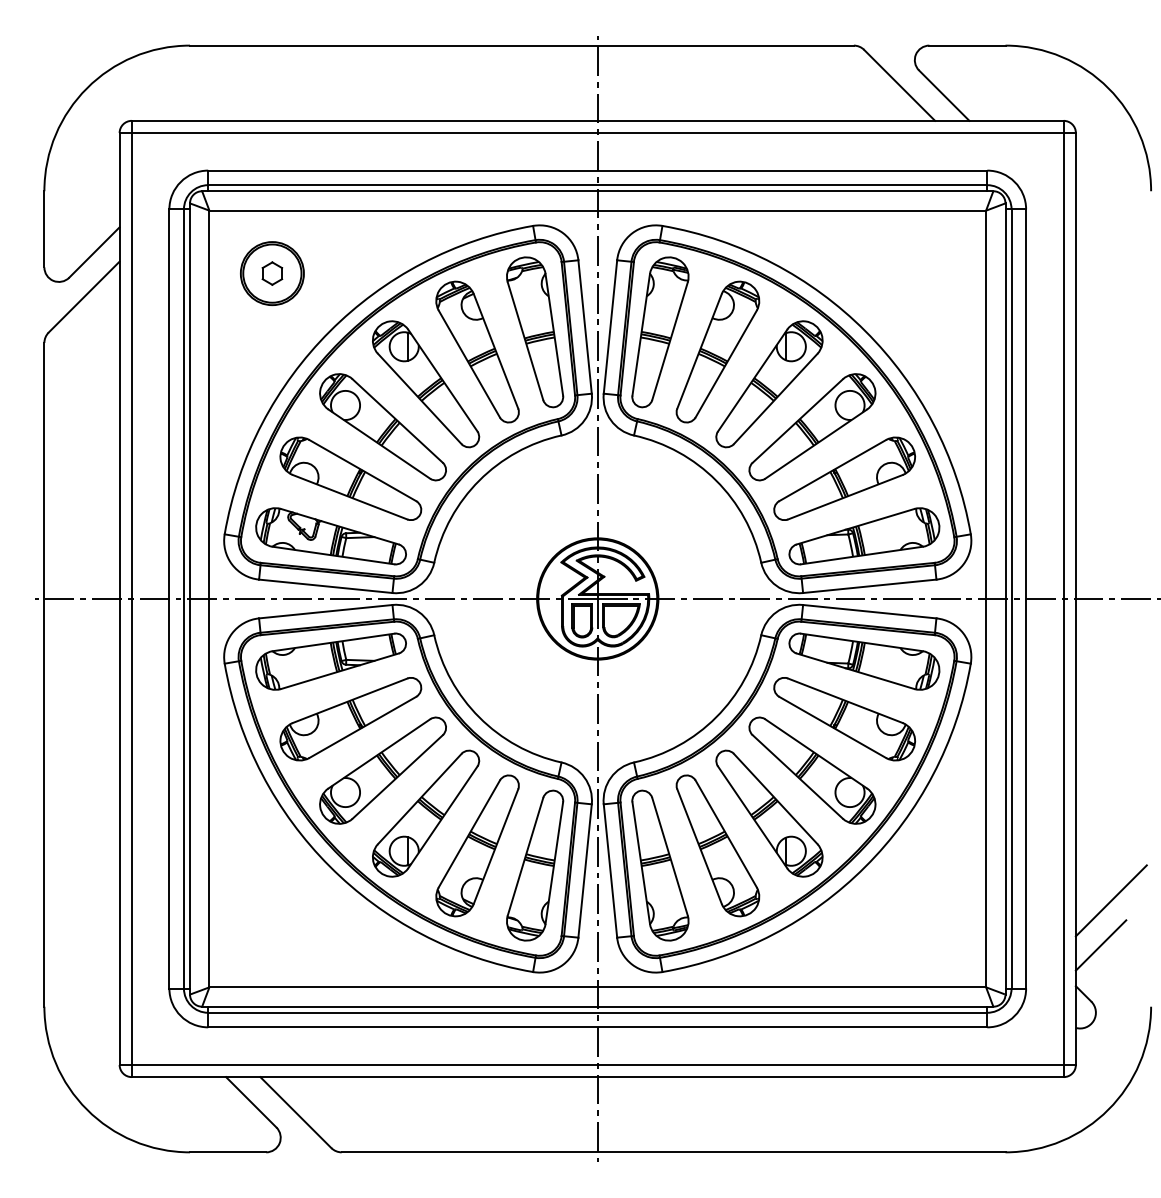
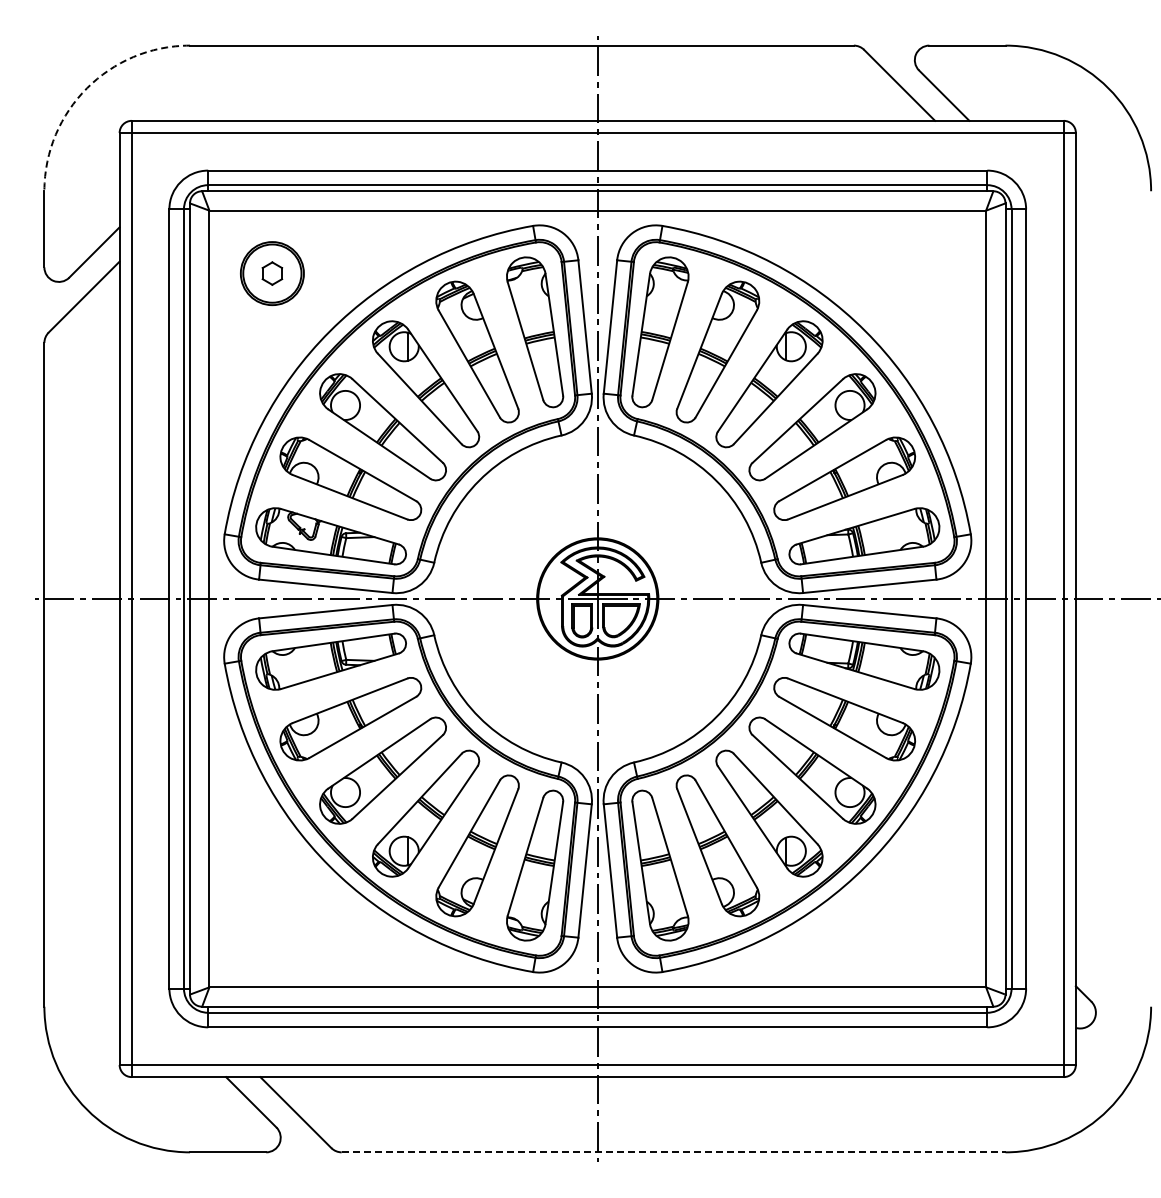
arc at (87, 88): solid -> dashed
line at (1110, 900): present -> none
line at (1100, 945): present -> none
line at (673, 1152): solid -> dashed
